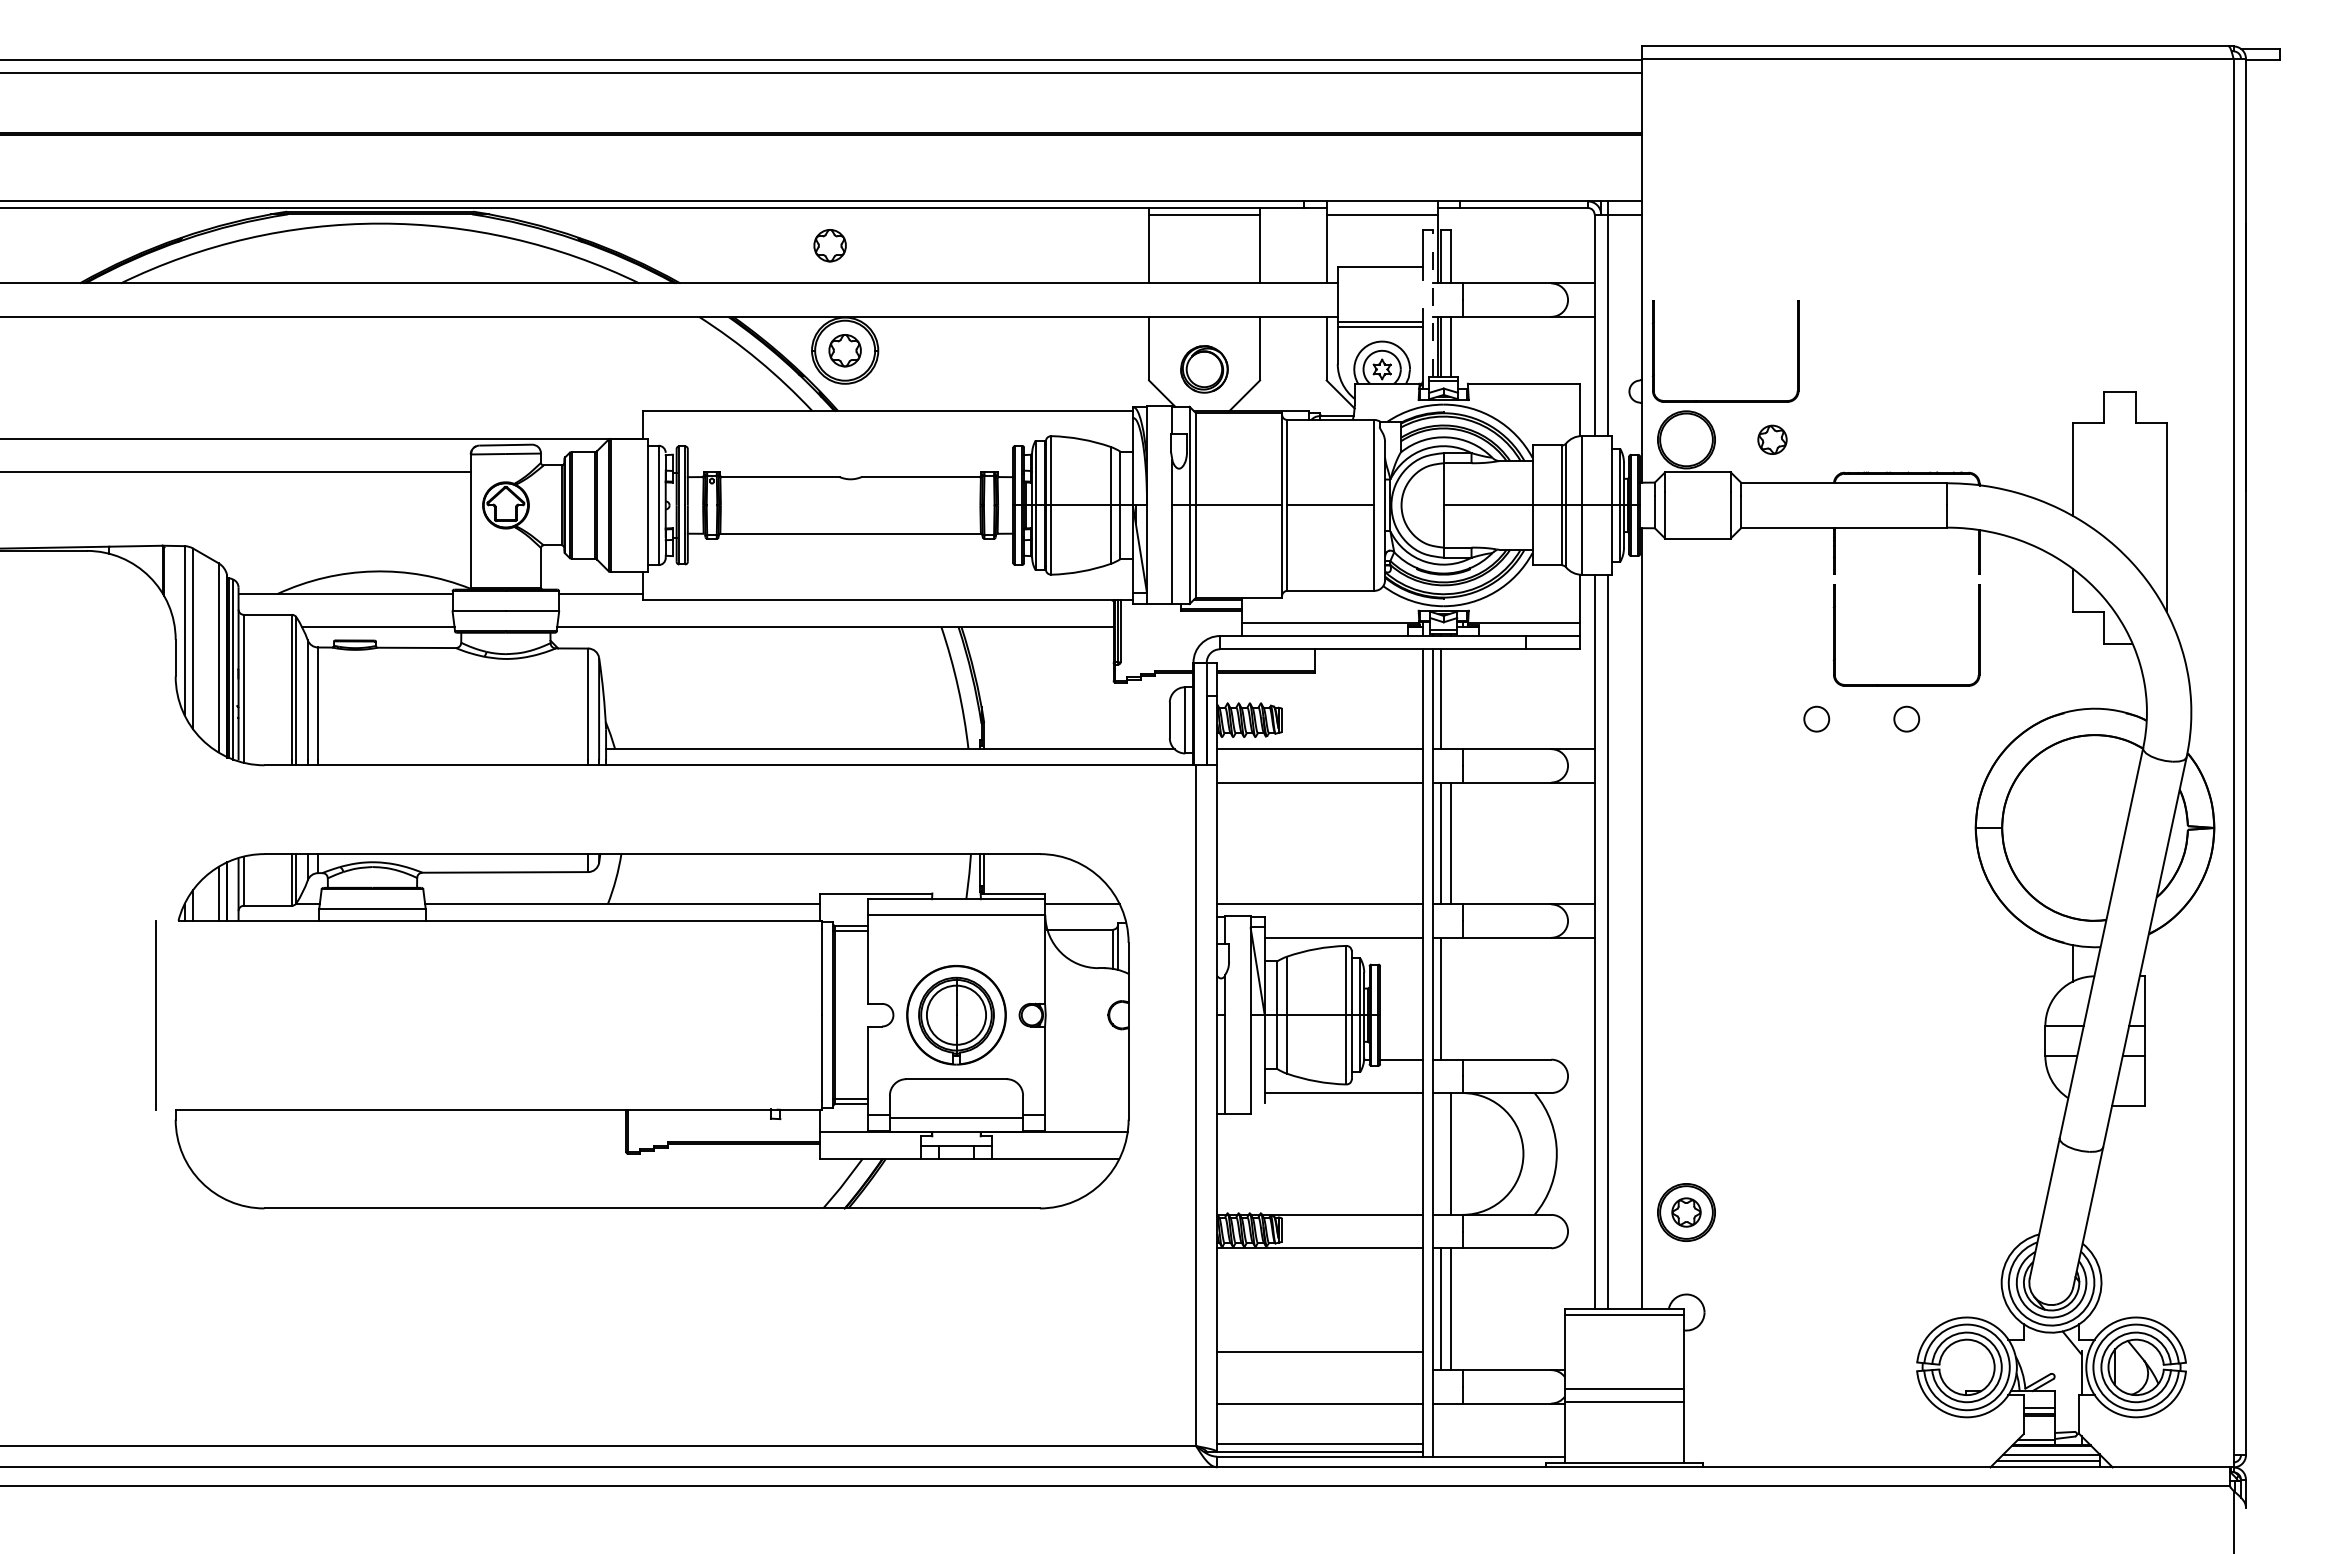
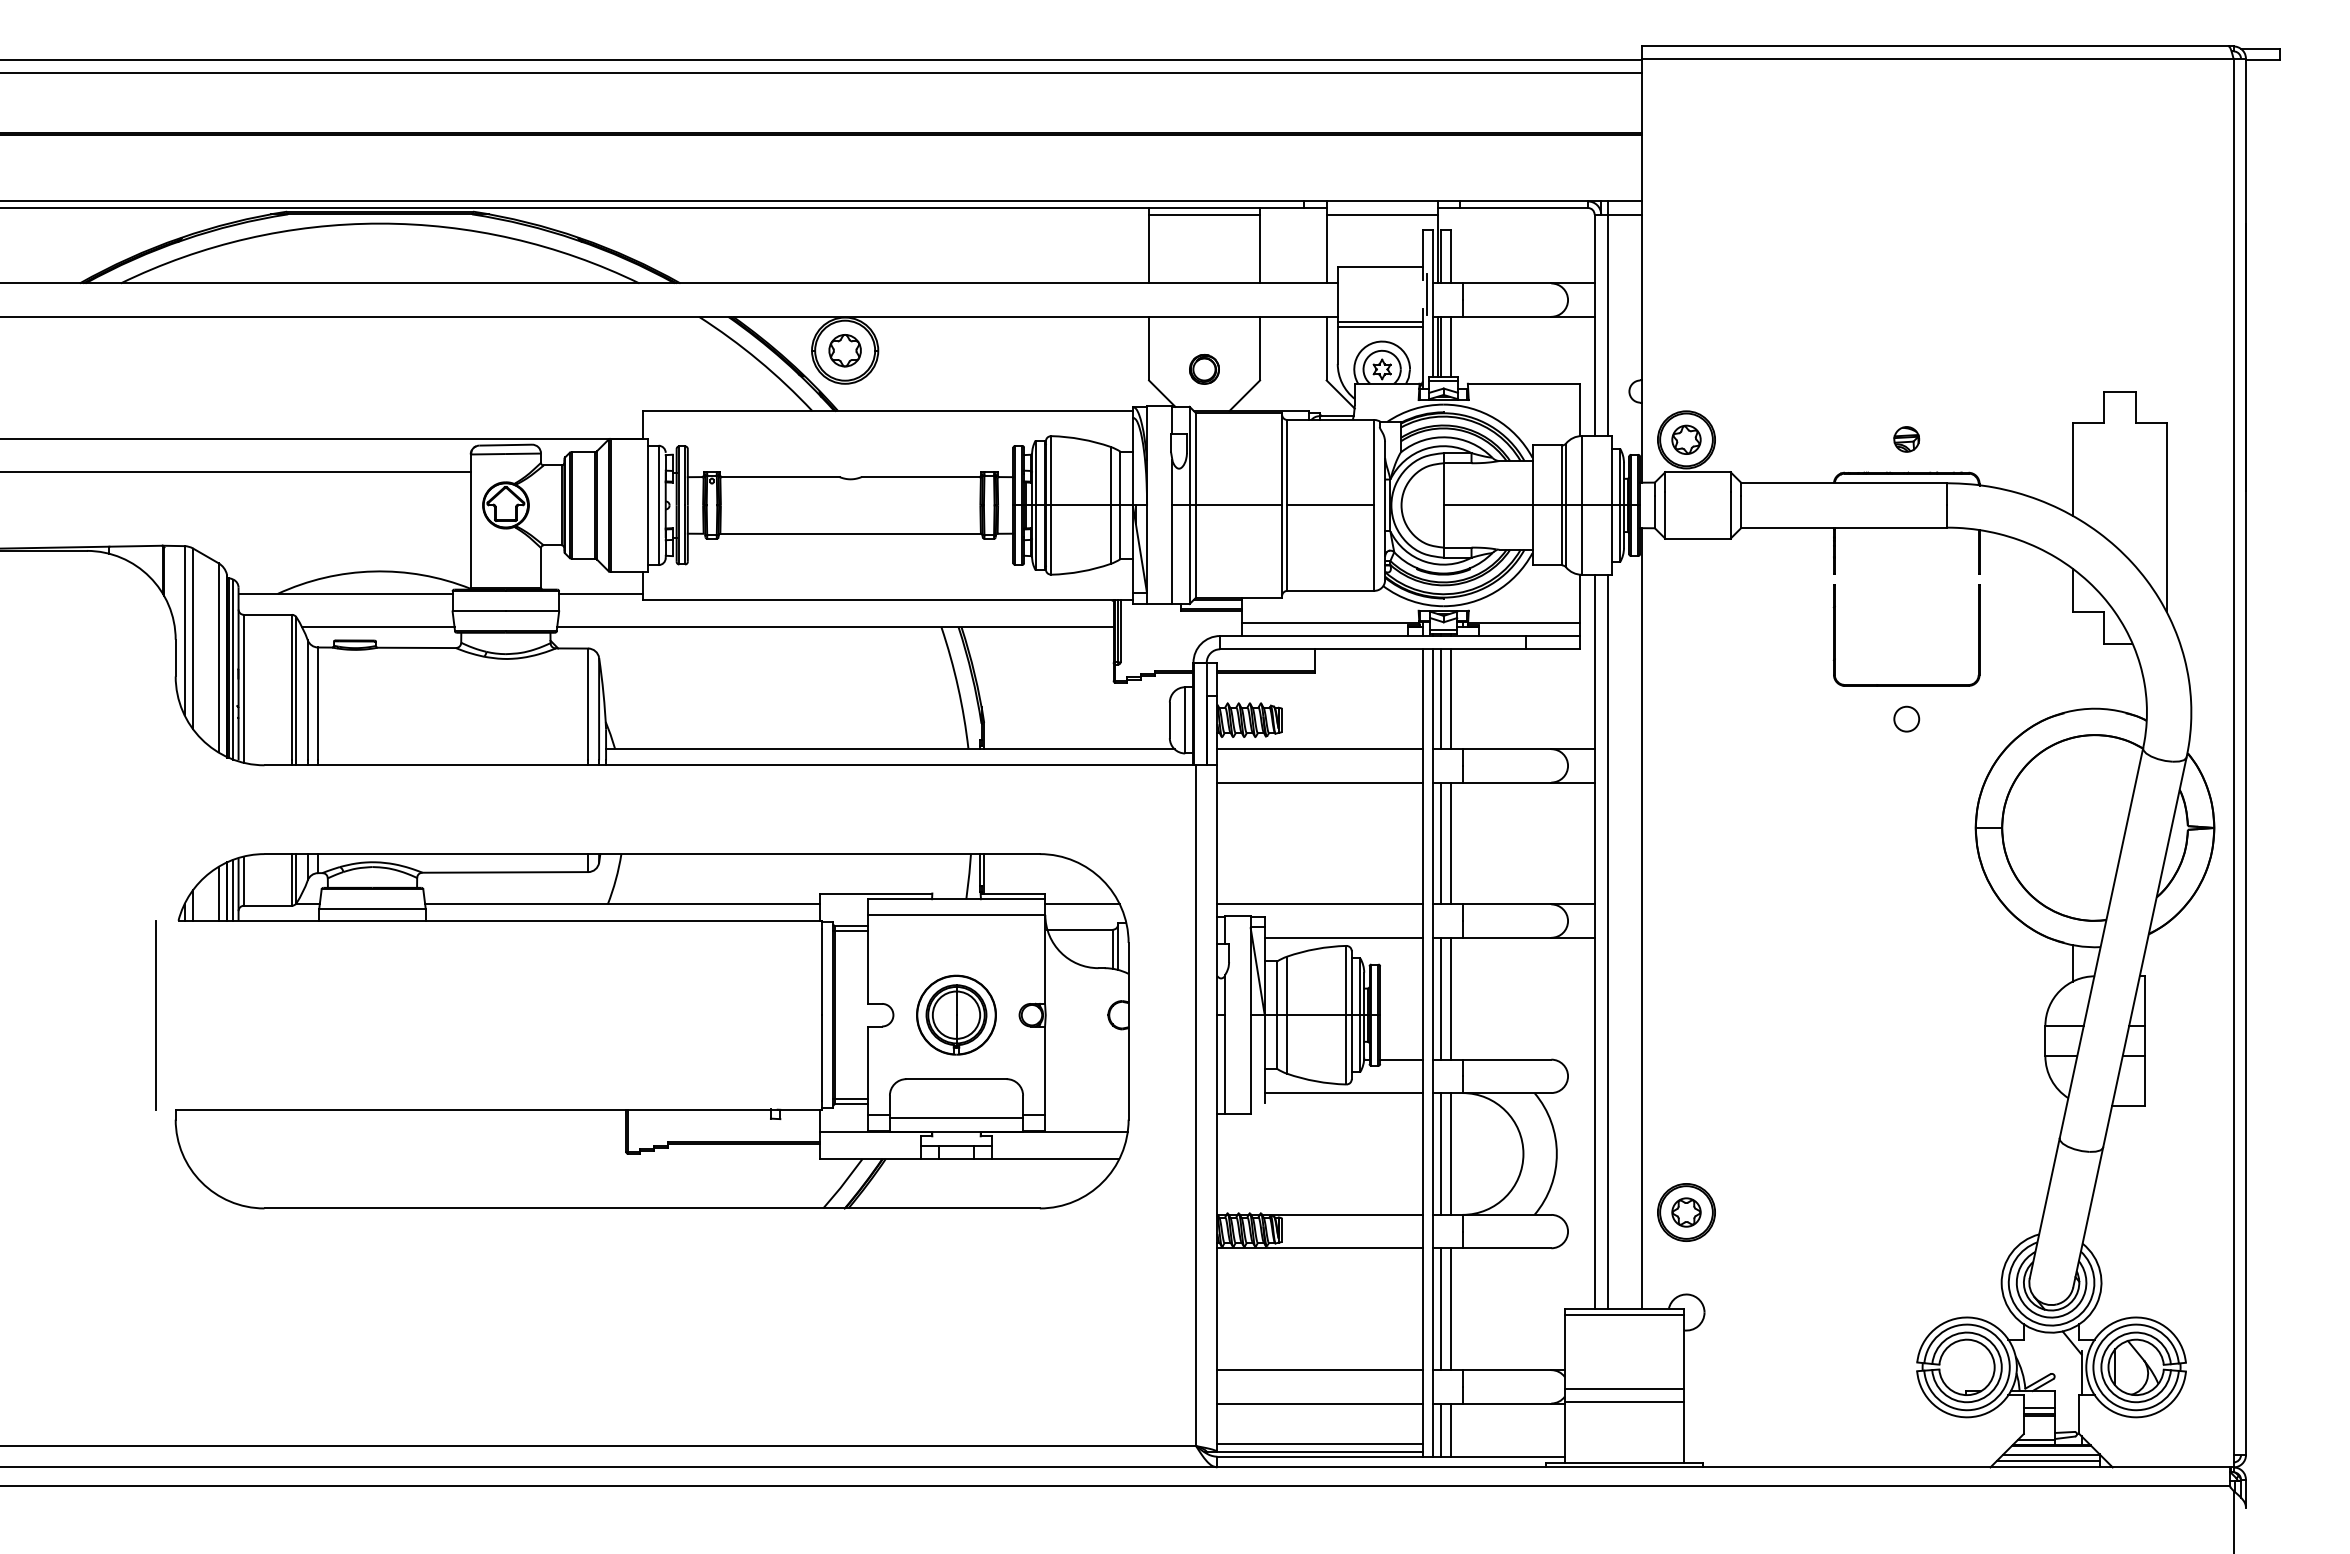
part at (829, 245): present -> none
line at (1426, 293): none -> present
line at (1433, 302): dashed -> solid
part at (1204, 369) size: 49x49 px -> 31x31 px
part at (1725, 400): present -> none
part at (1772, 439) position: (1772, 439) -> (1686, 439)
part at (1906, 439): none -> present
line at (1450, 699): none -> present
circle at (1816, 718): present -> none
line at (233, 889): none -> present
line at (1450, 998): none -> present
part at (956, 1015) size: 101x101 px -> 81x82 px
line at (1440, 1153): none -> present
line at (1319, 1352) position: (1319, 1352) -> (1319, 1370)
line at (1440, 1429): none -> present
line at (1450, 1429): none -> present
